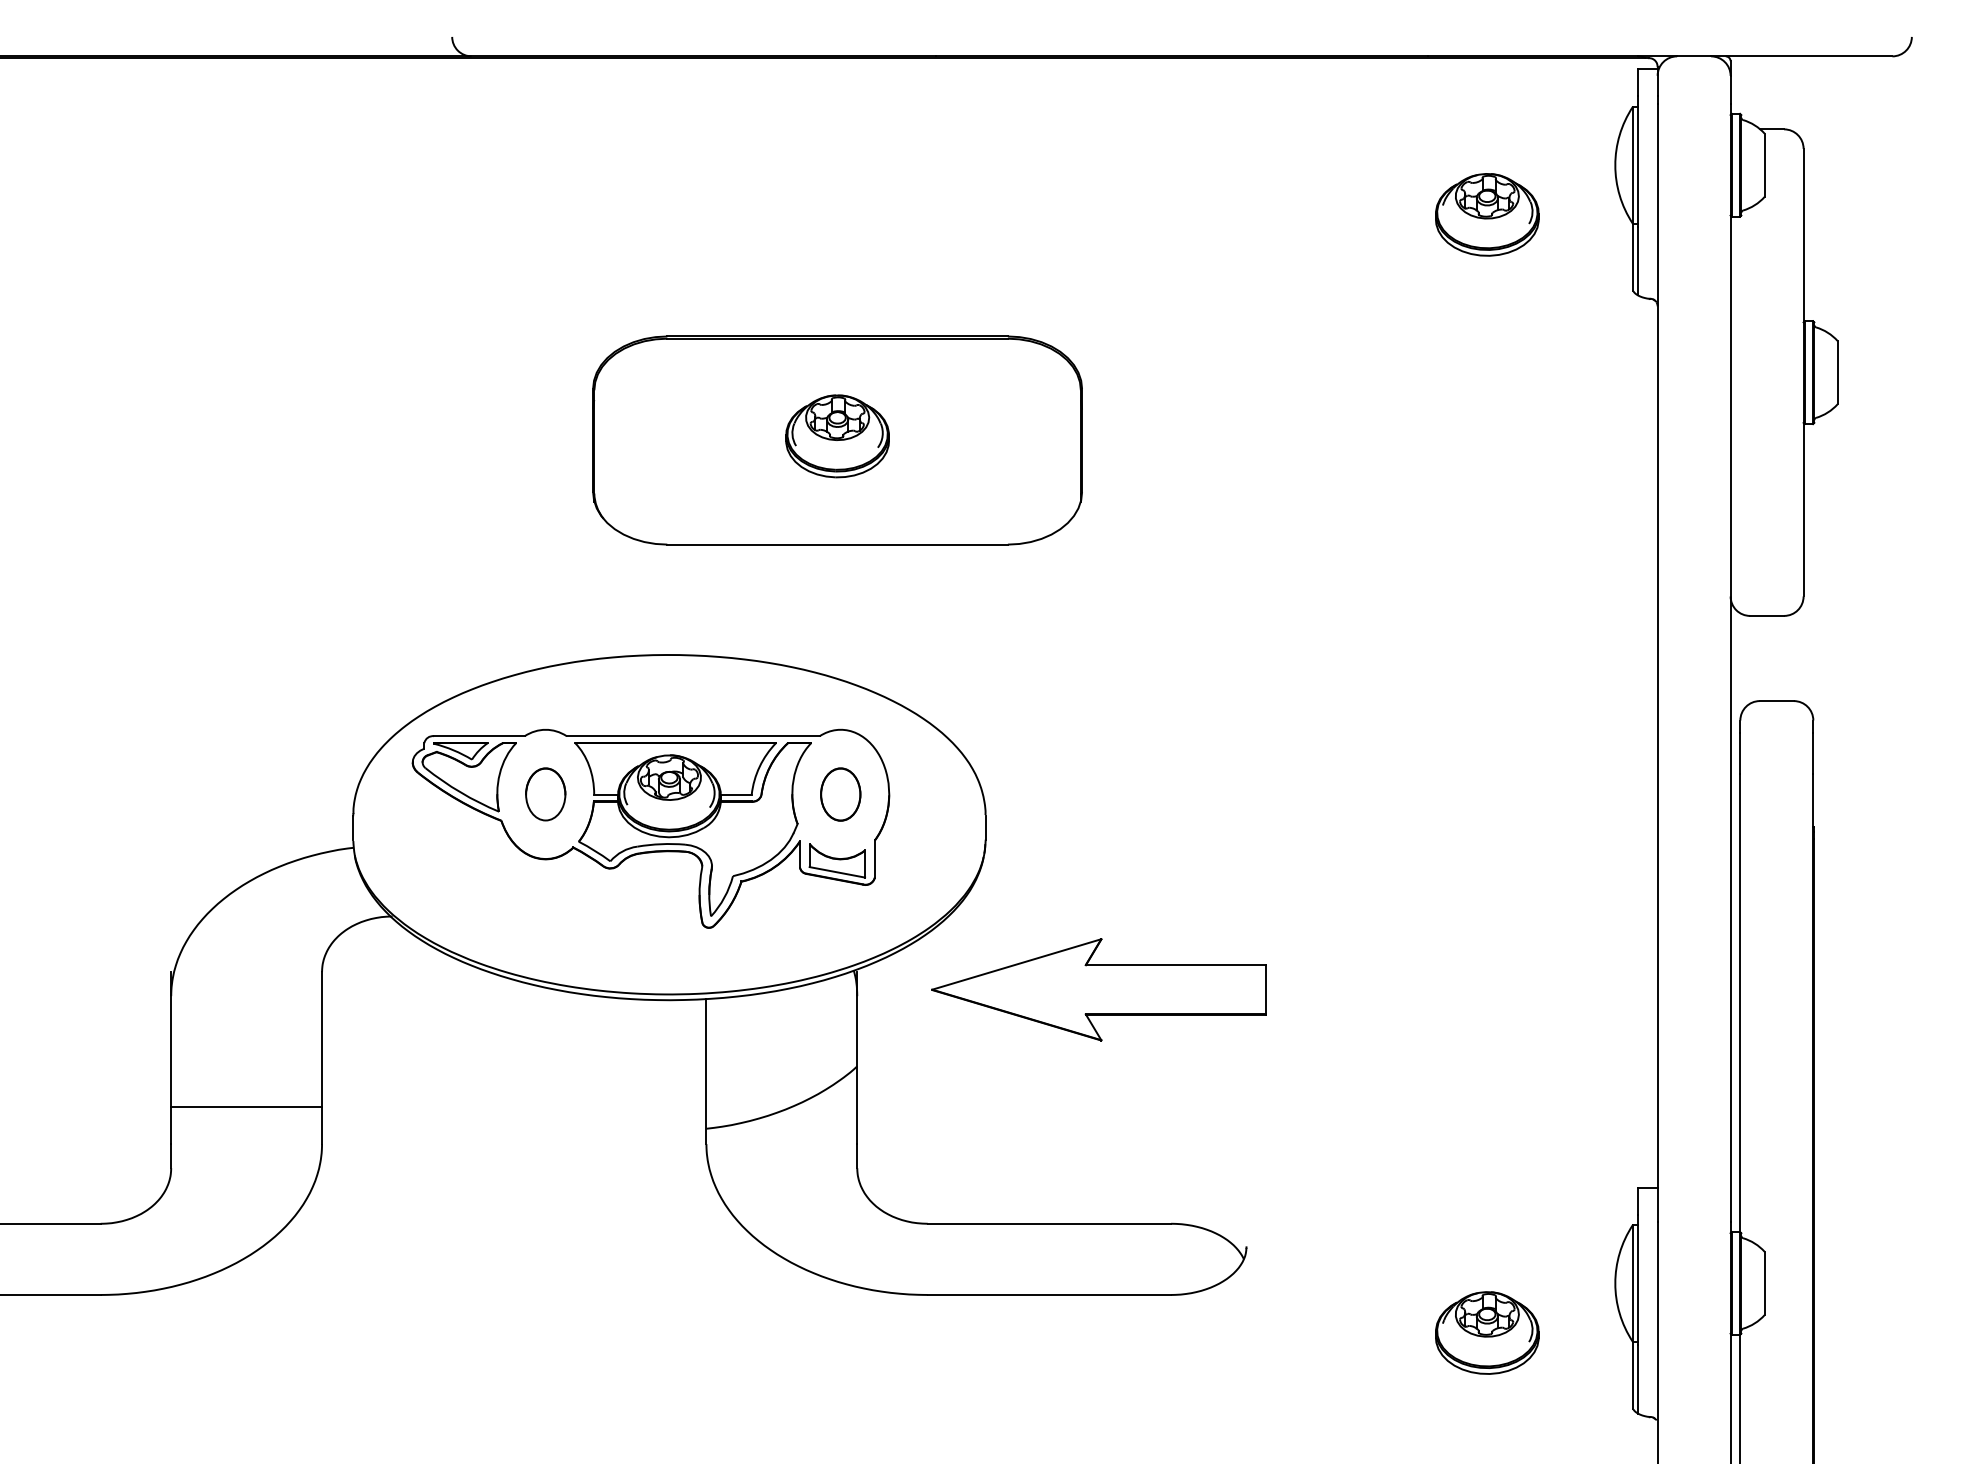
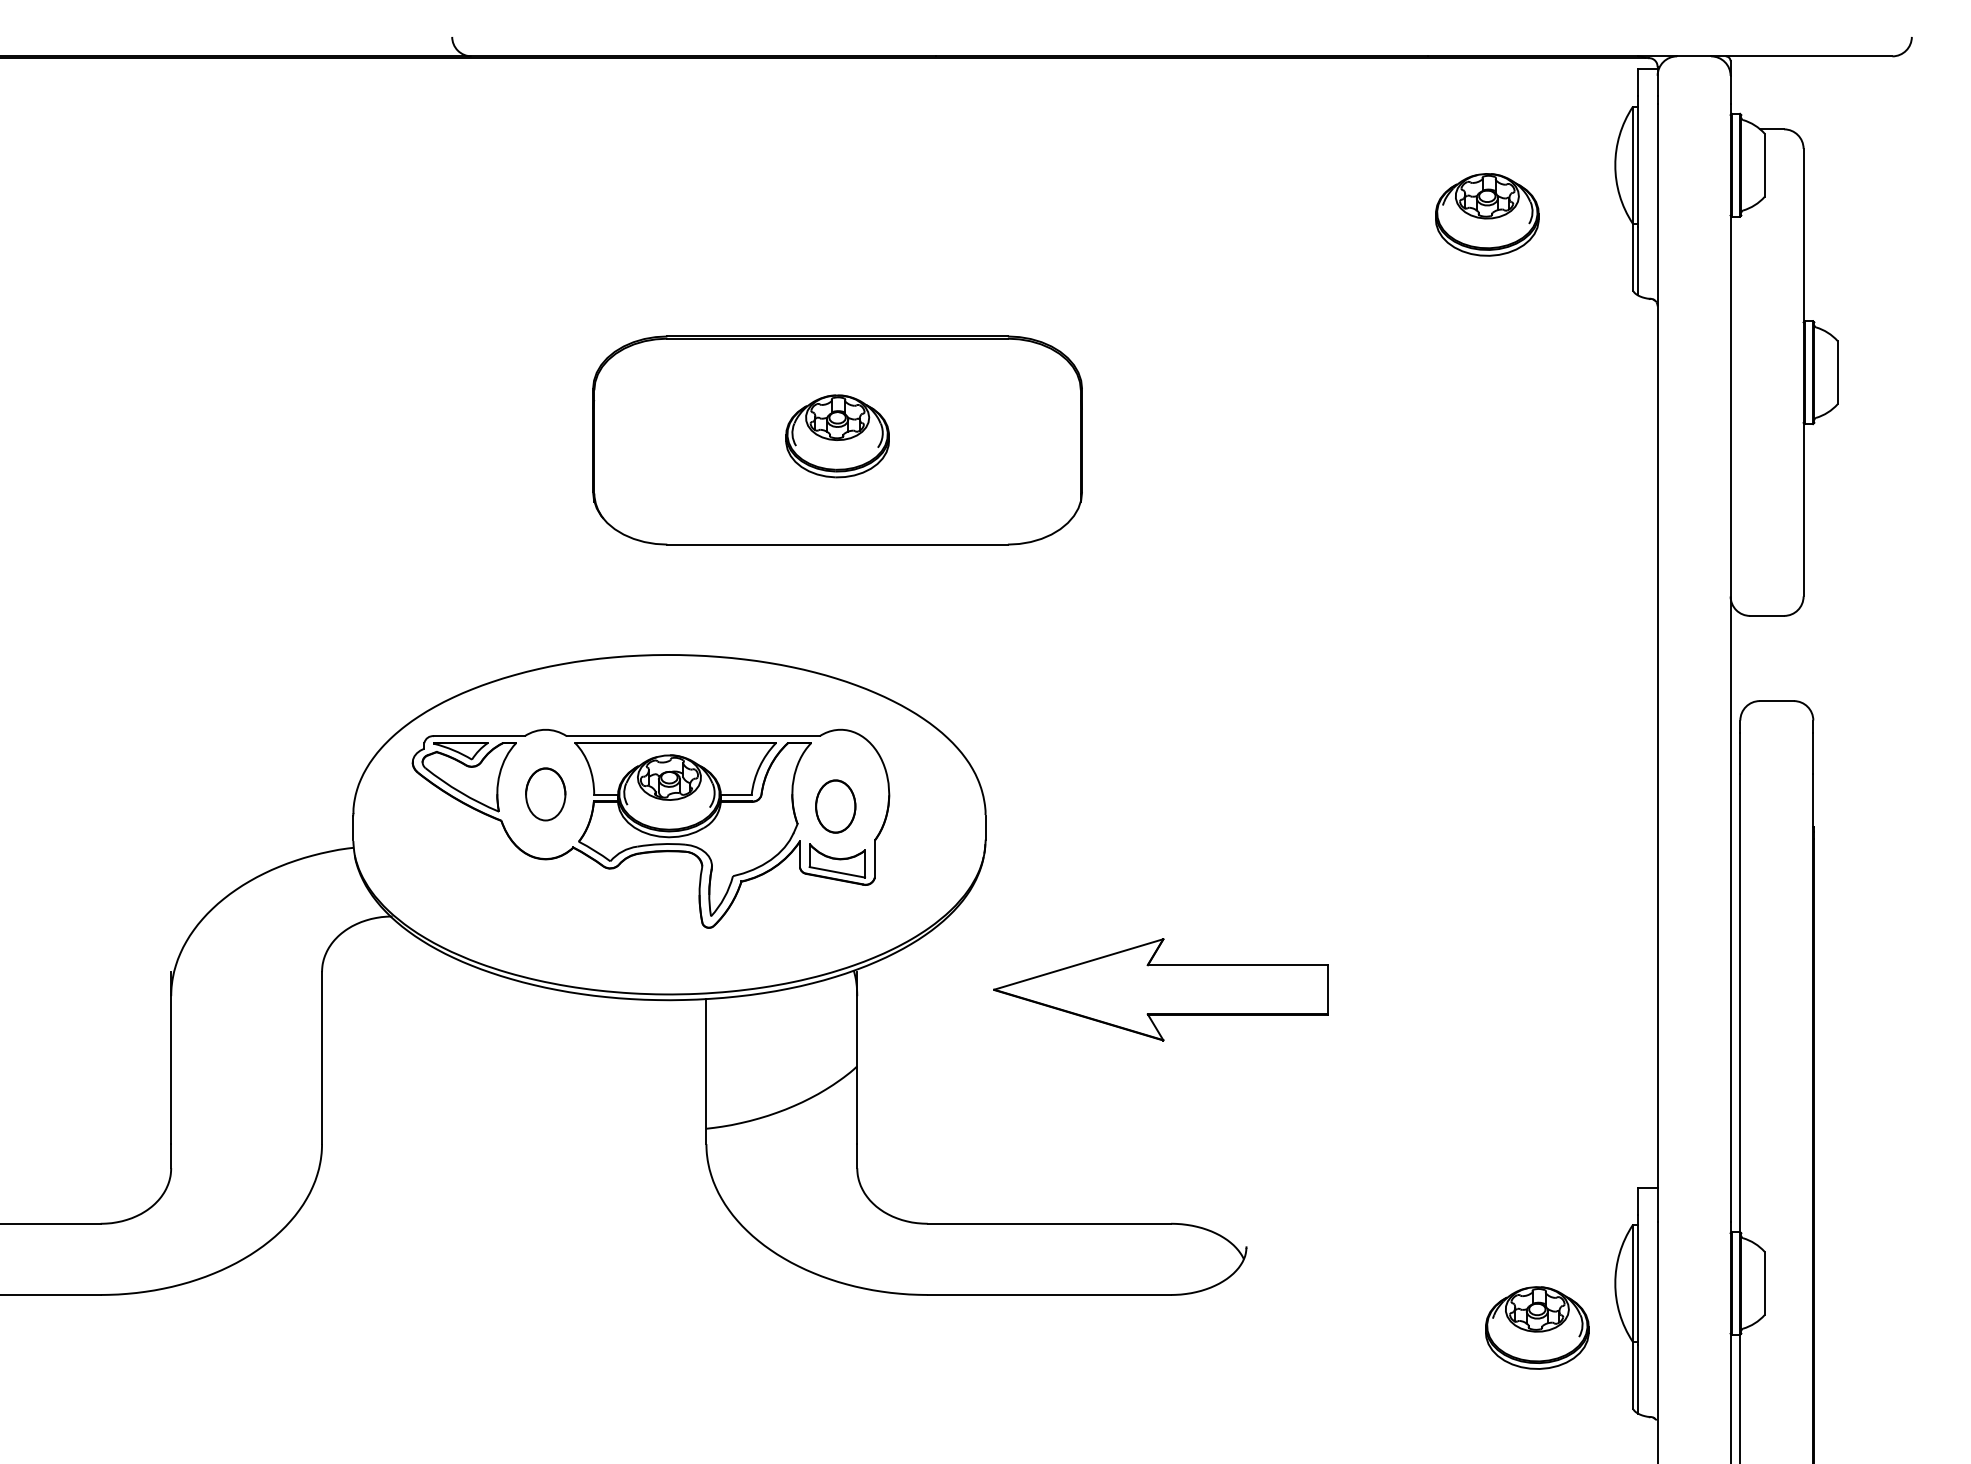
part at (840, 794) position: (840, 794) -> (835, 806)
part at (1098, 989) position: (1098, 989) -> (1160, 989)
line at (246, 1107): present -> none
part at (1487, 1332) position: (1487, 1332) -> (1537, 1327)
